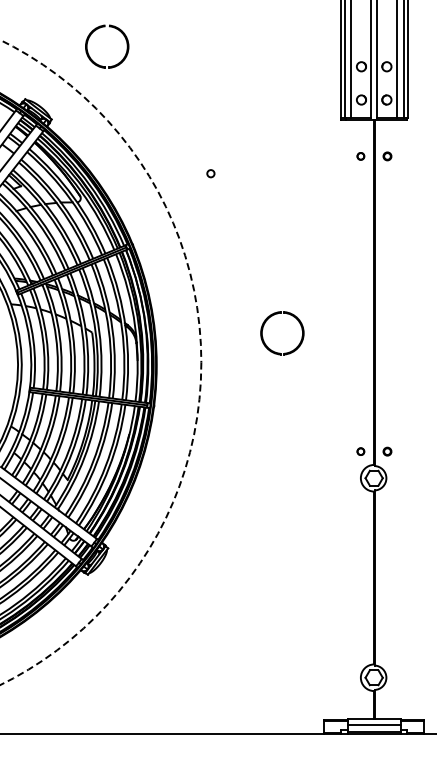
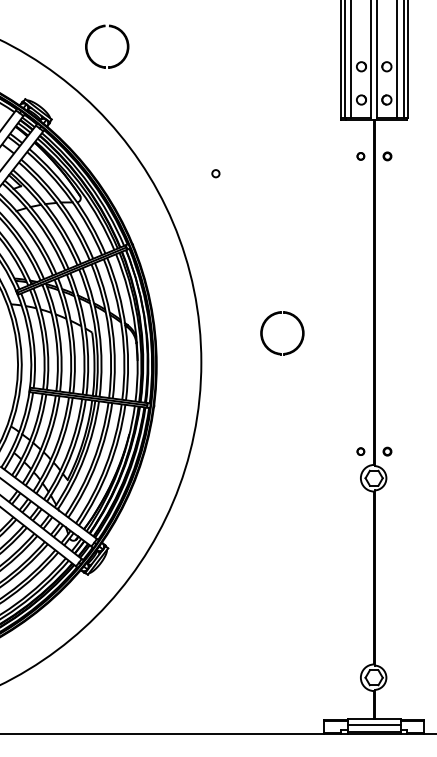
circle at (210, 173) position: (210, 173) -> (215, 173)
circle at (100, 362): dashed -> solid
